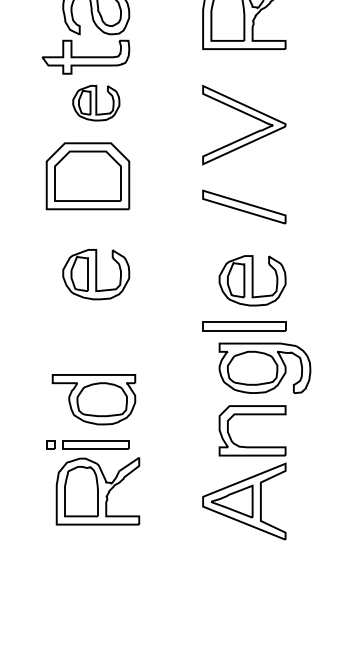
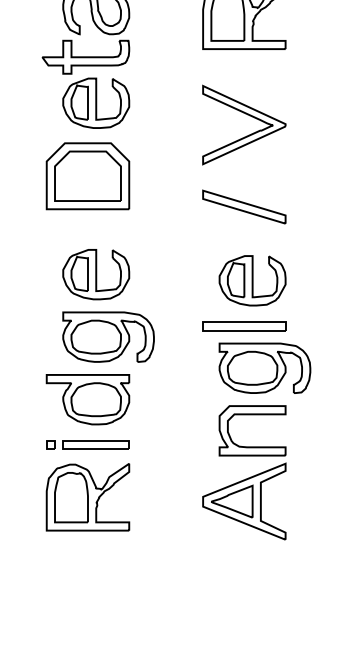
part at (96, 103) size: 49x37 px -> 69x52 px
part at (108, 336): none -> present
part at (93, 399) position: (93, 399) -> (87, 399)
part at (97, 491) position: (97, 491) -> (87, 497)
